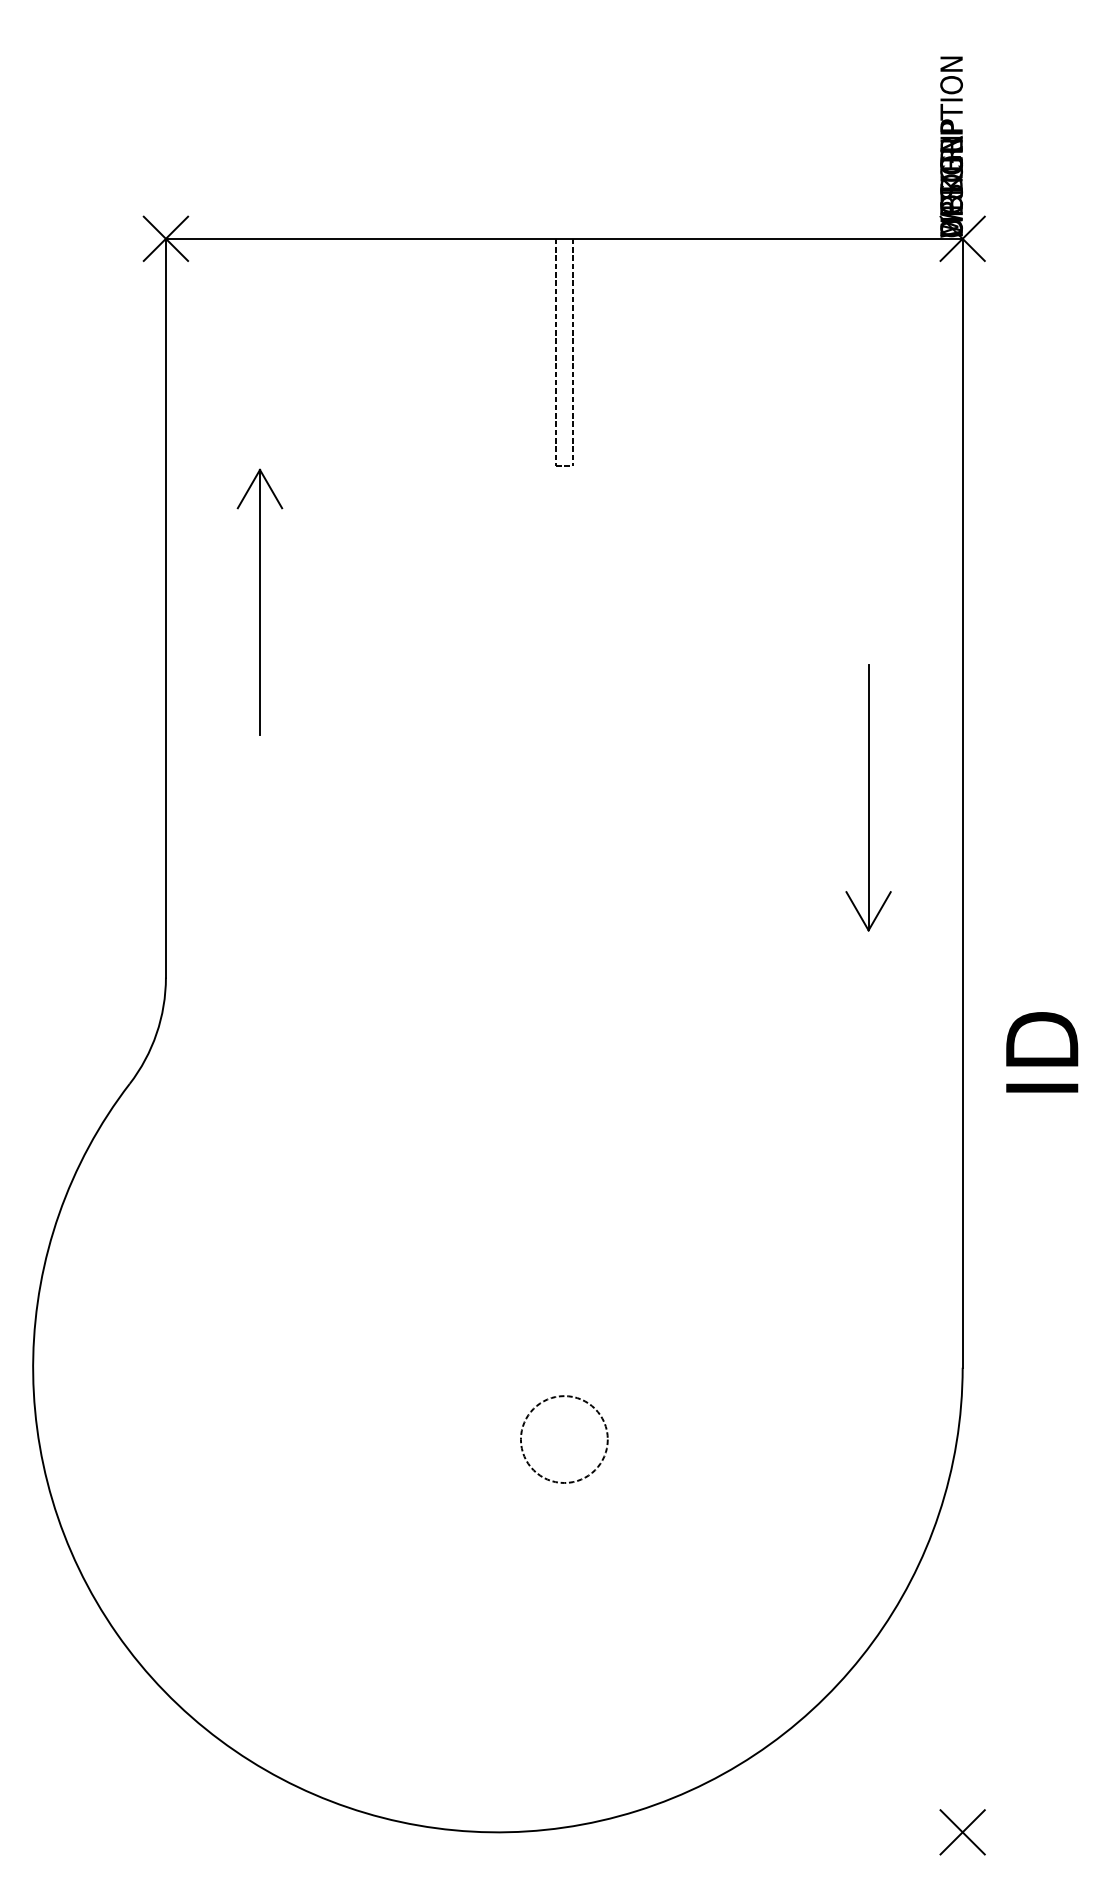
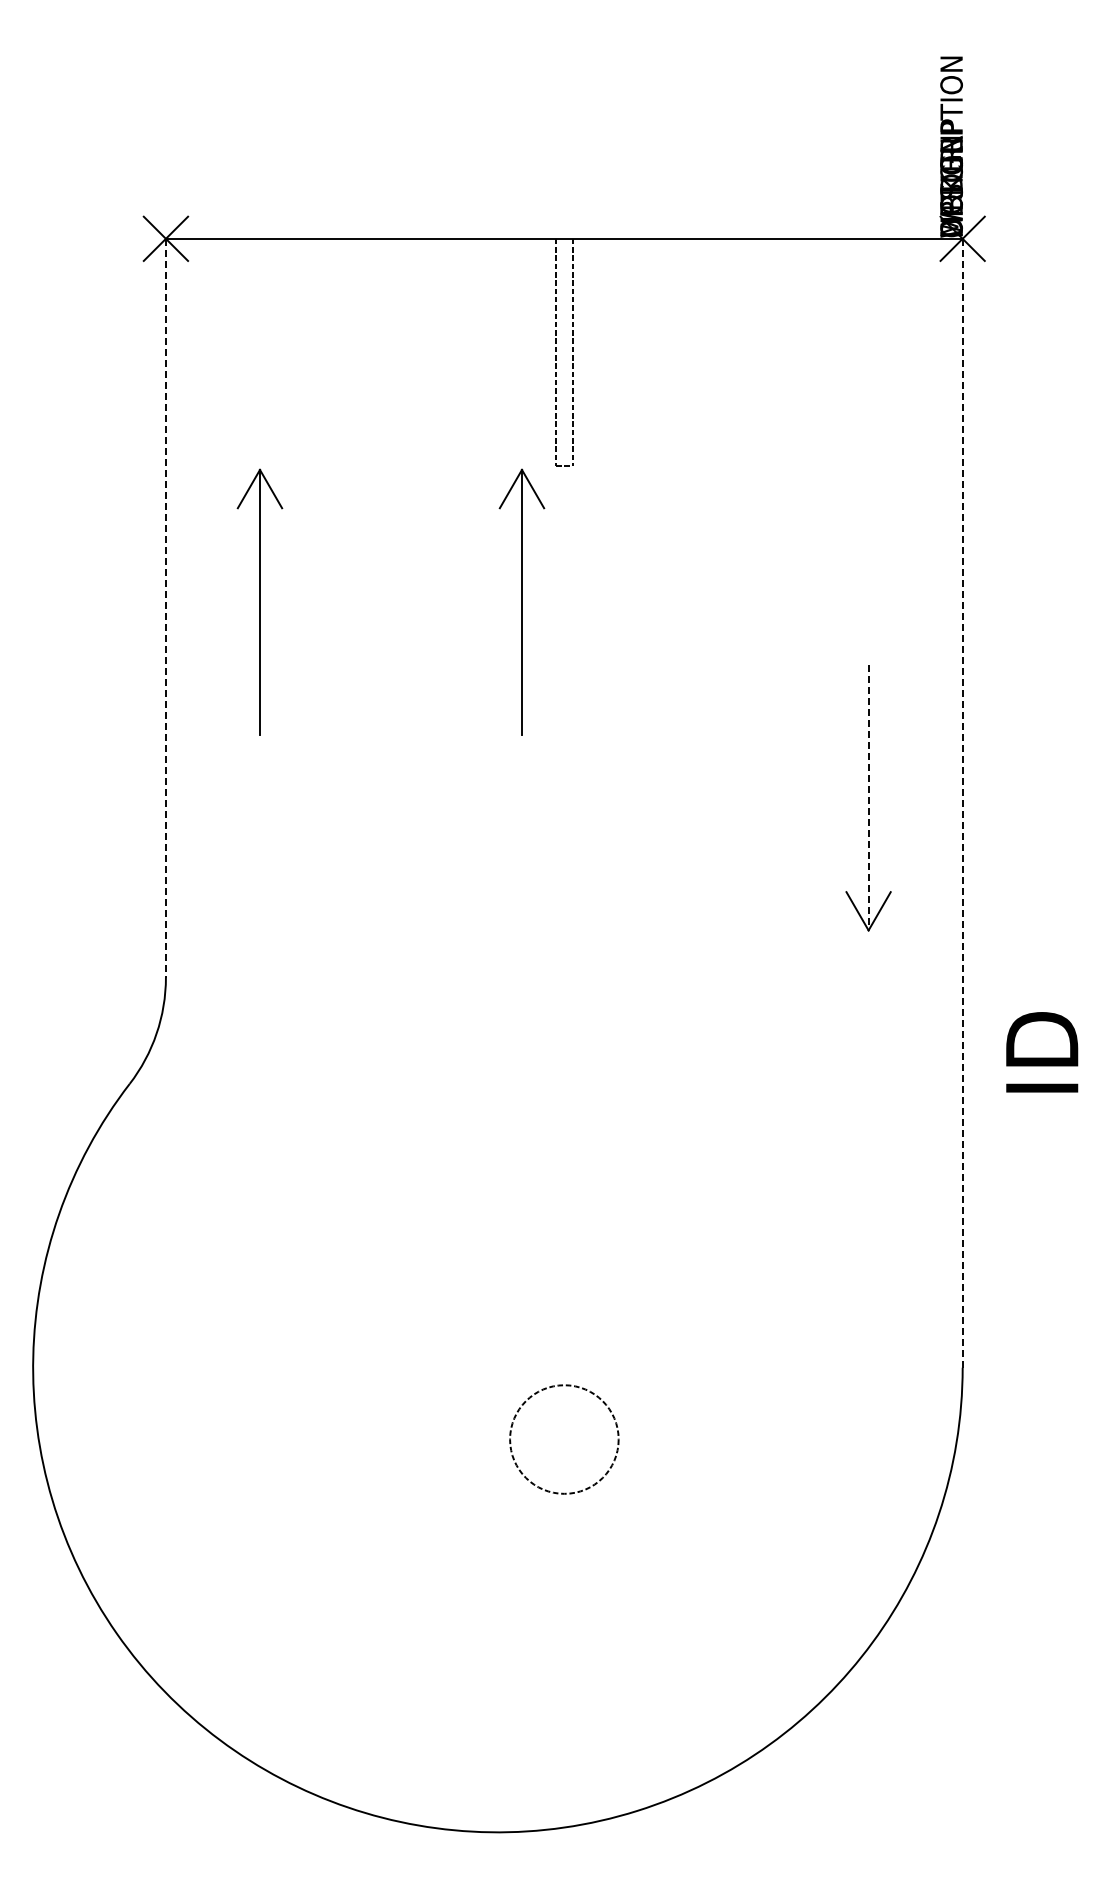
part at (521, 601): none -> present
line at (165, 608): solid -> dashed
line at (868, 797): solid -> dashed
line at (962, 802): solid -> dashed
circle at (563, 1439) diameter: 87 px -> 109 px
part at (962, 1832): present -> none
